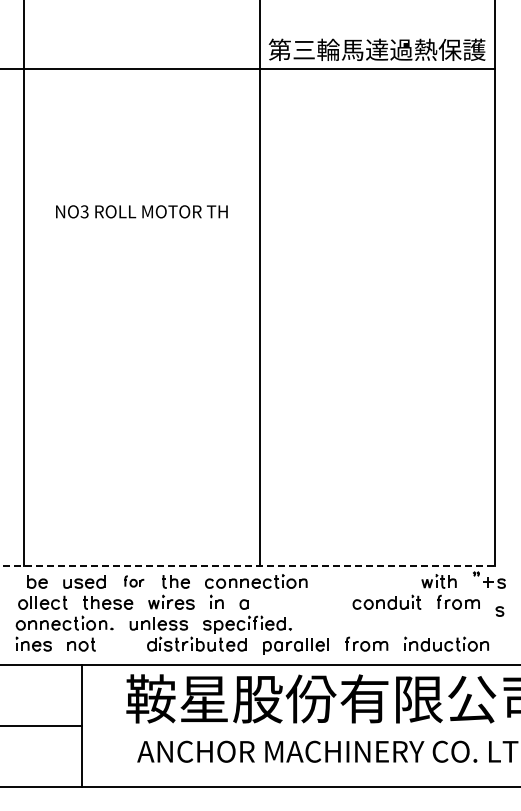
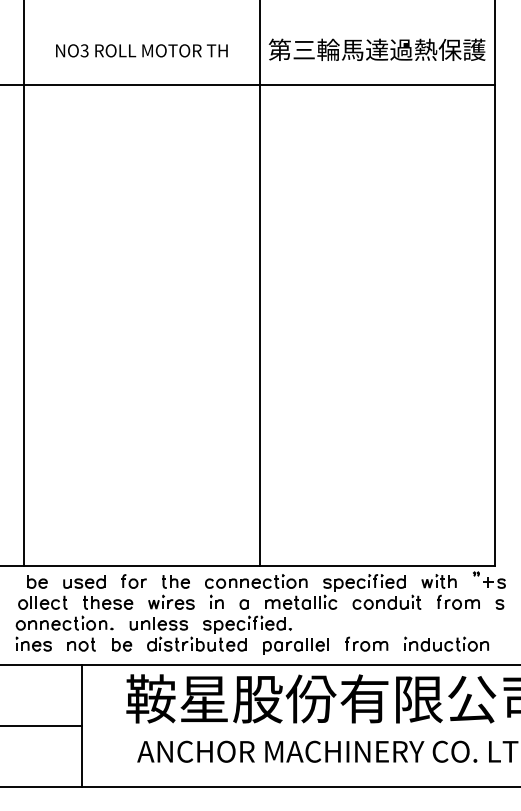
line at (248, 68) position: (248, 68) -> (248, 84)
text at (141, 211) position: (141, 211) -> (141, 50)
line at (248, 565): dashed -> solid
part at (134, 581) size: 21x13 px -> 26x15 px
part at (335, 591): none -> present
curve at (499, 611) position: (499, 611) -> (499, 604)
part at (122, 644): none -> present
